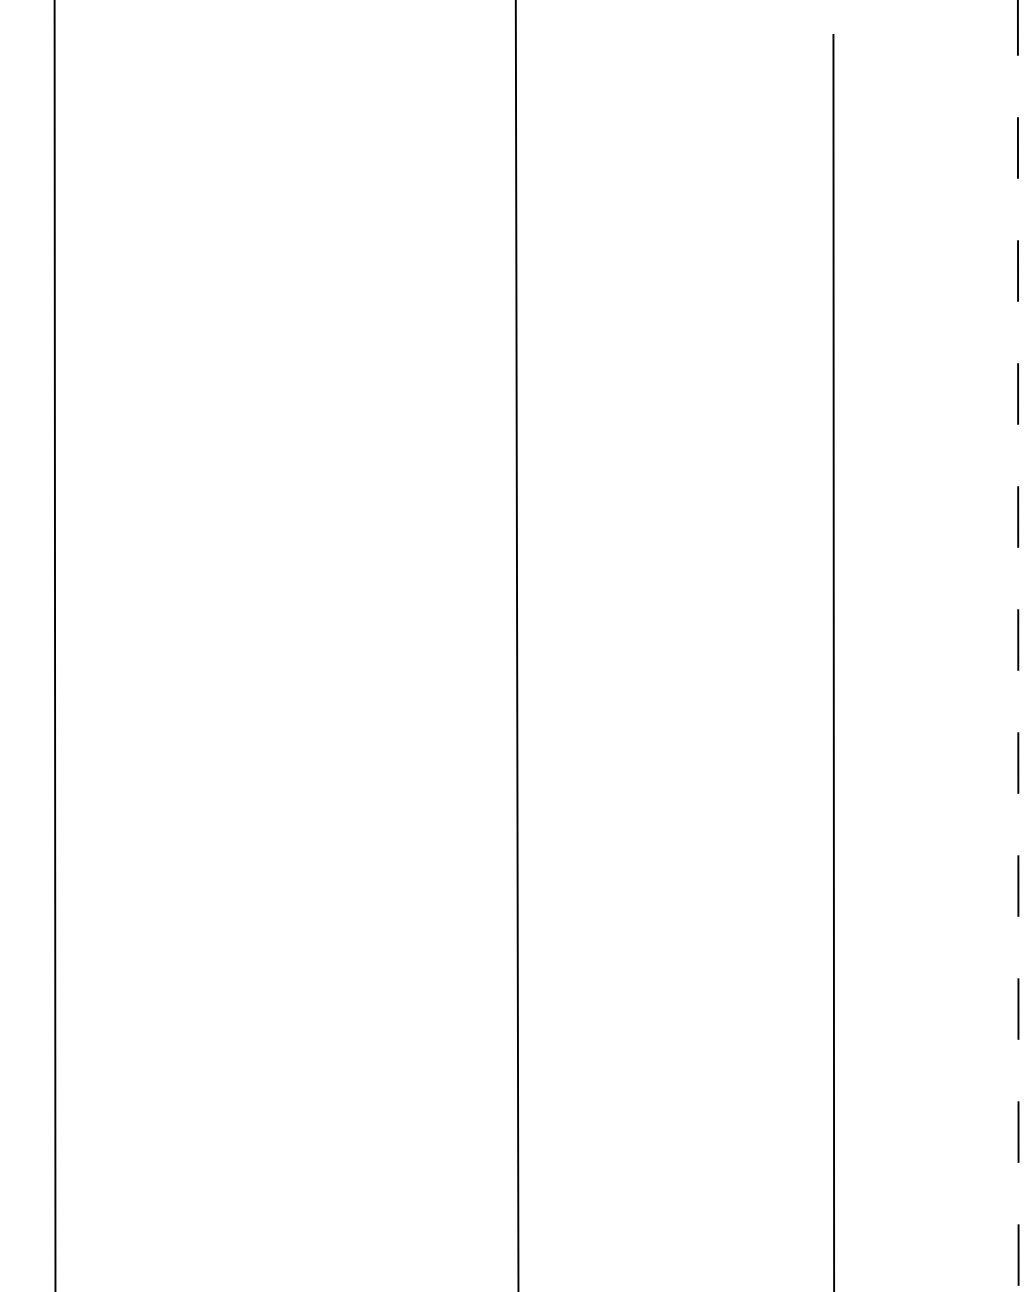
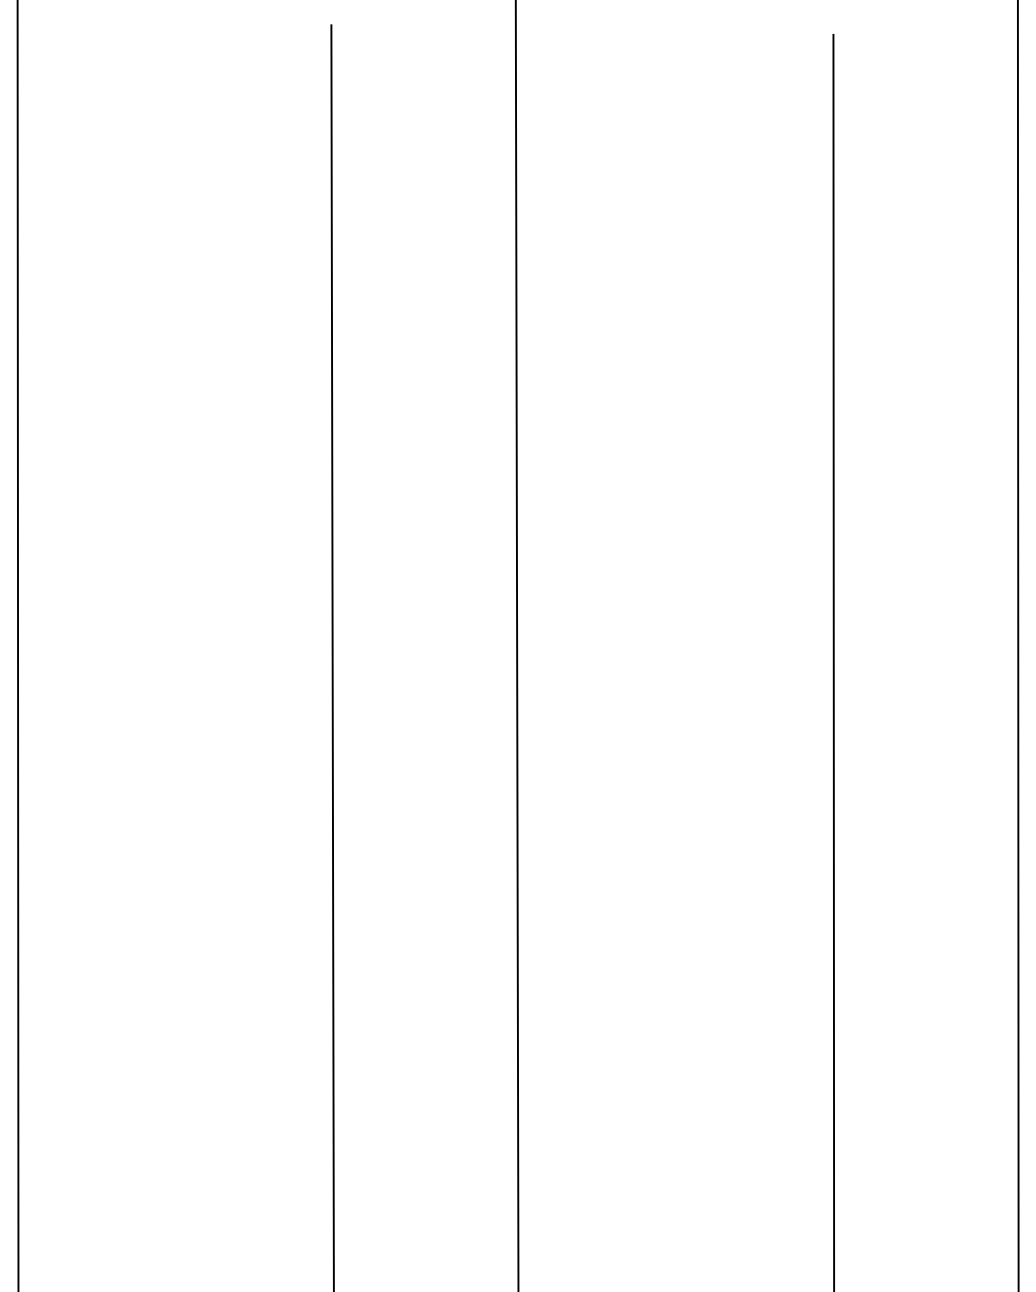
line at (54, 645) position: (54, 645) -> (17, 645)
line at (1018, 645): dashed -> solid
line at (332, 656): none -> present
